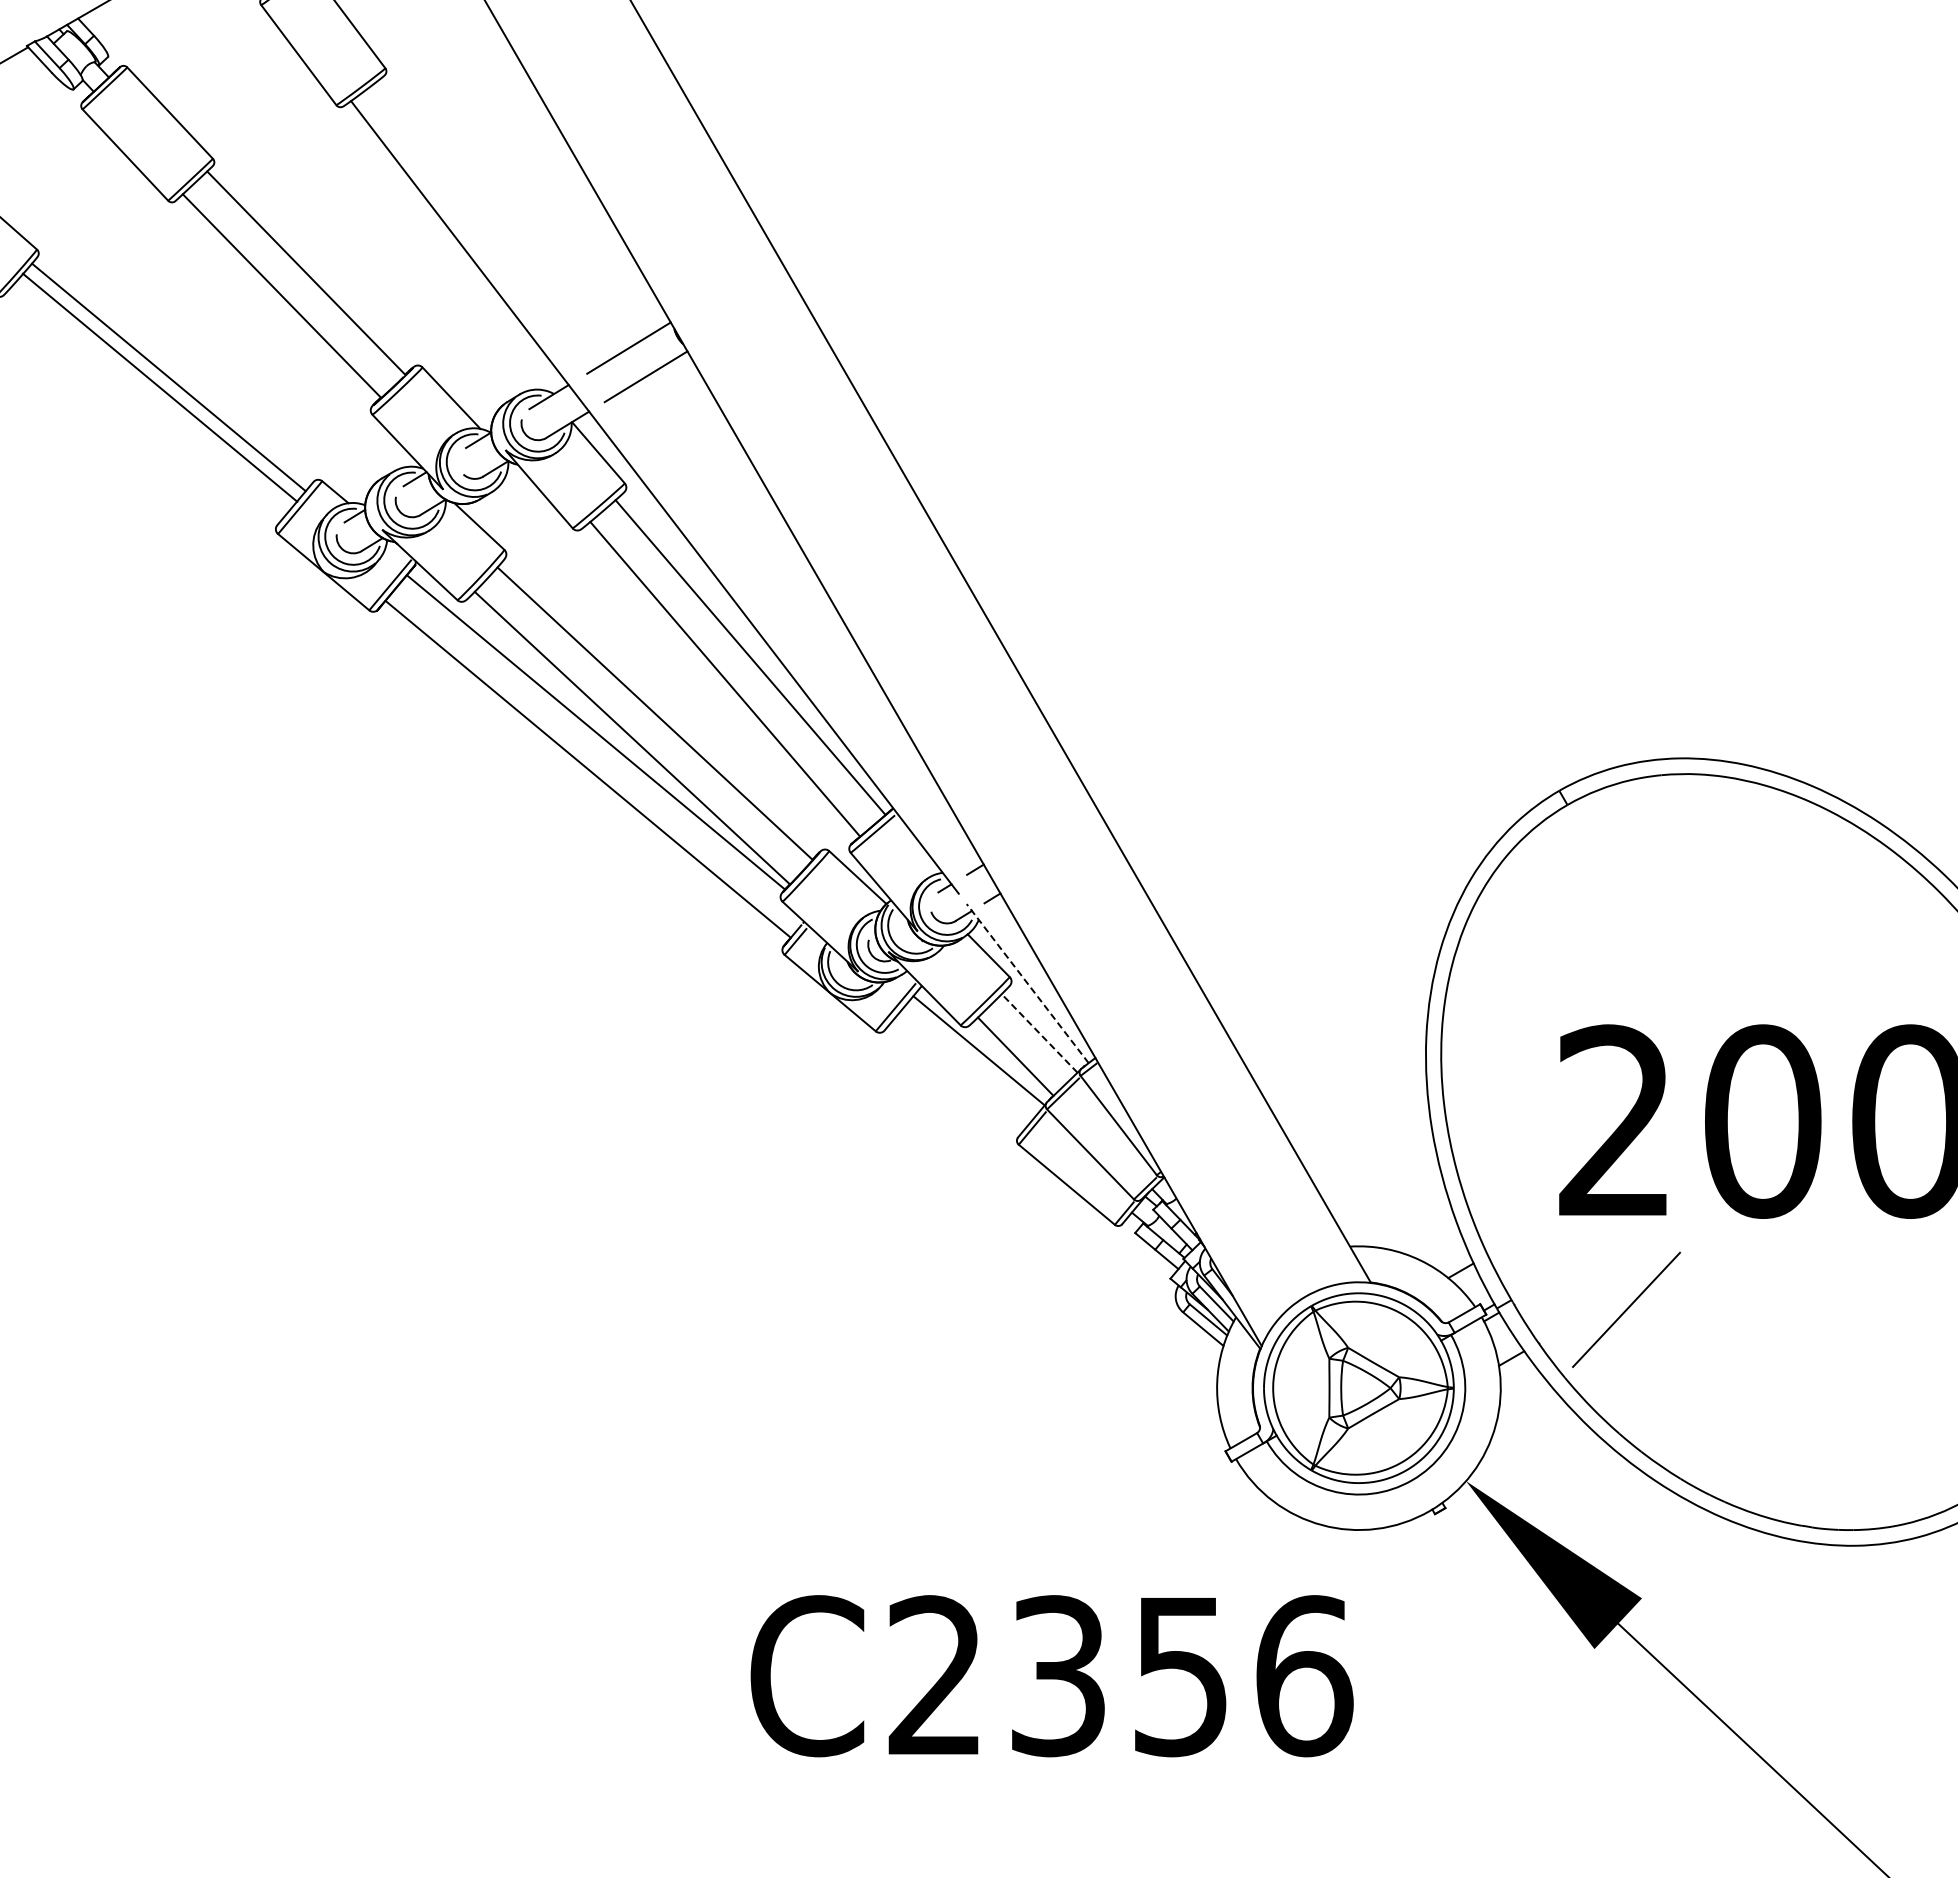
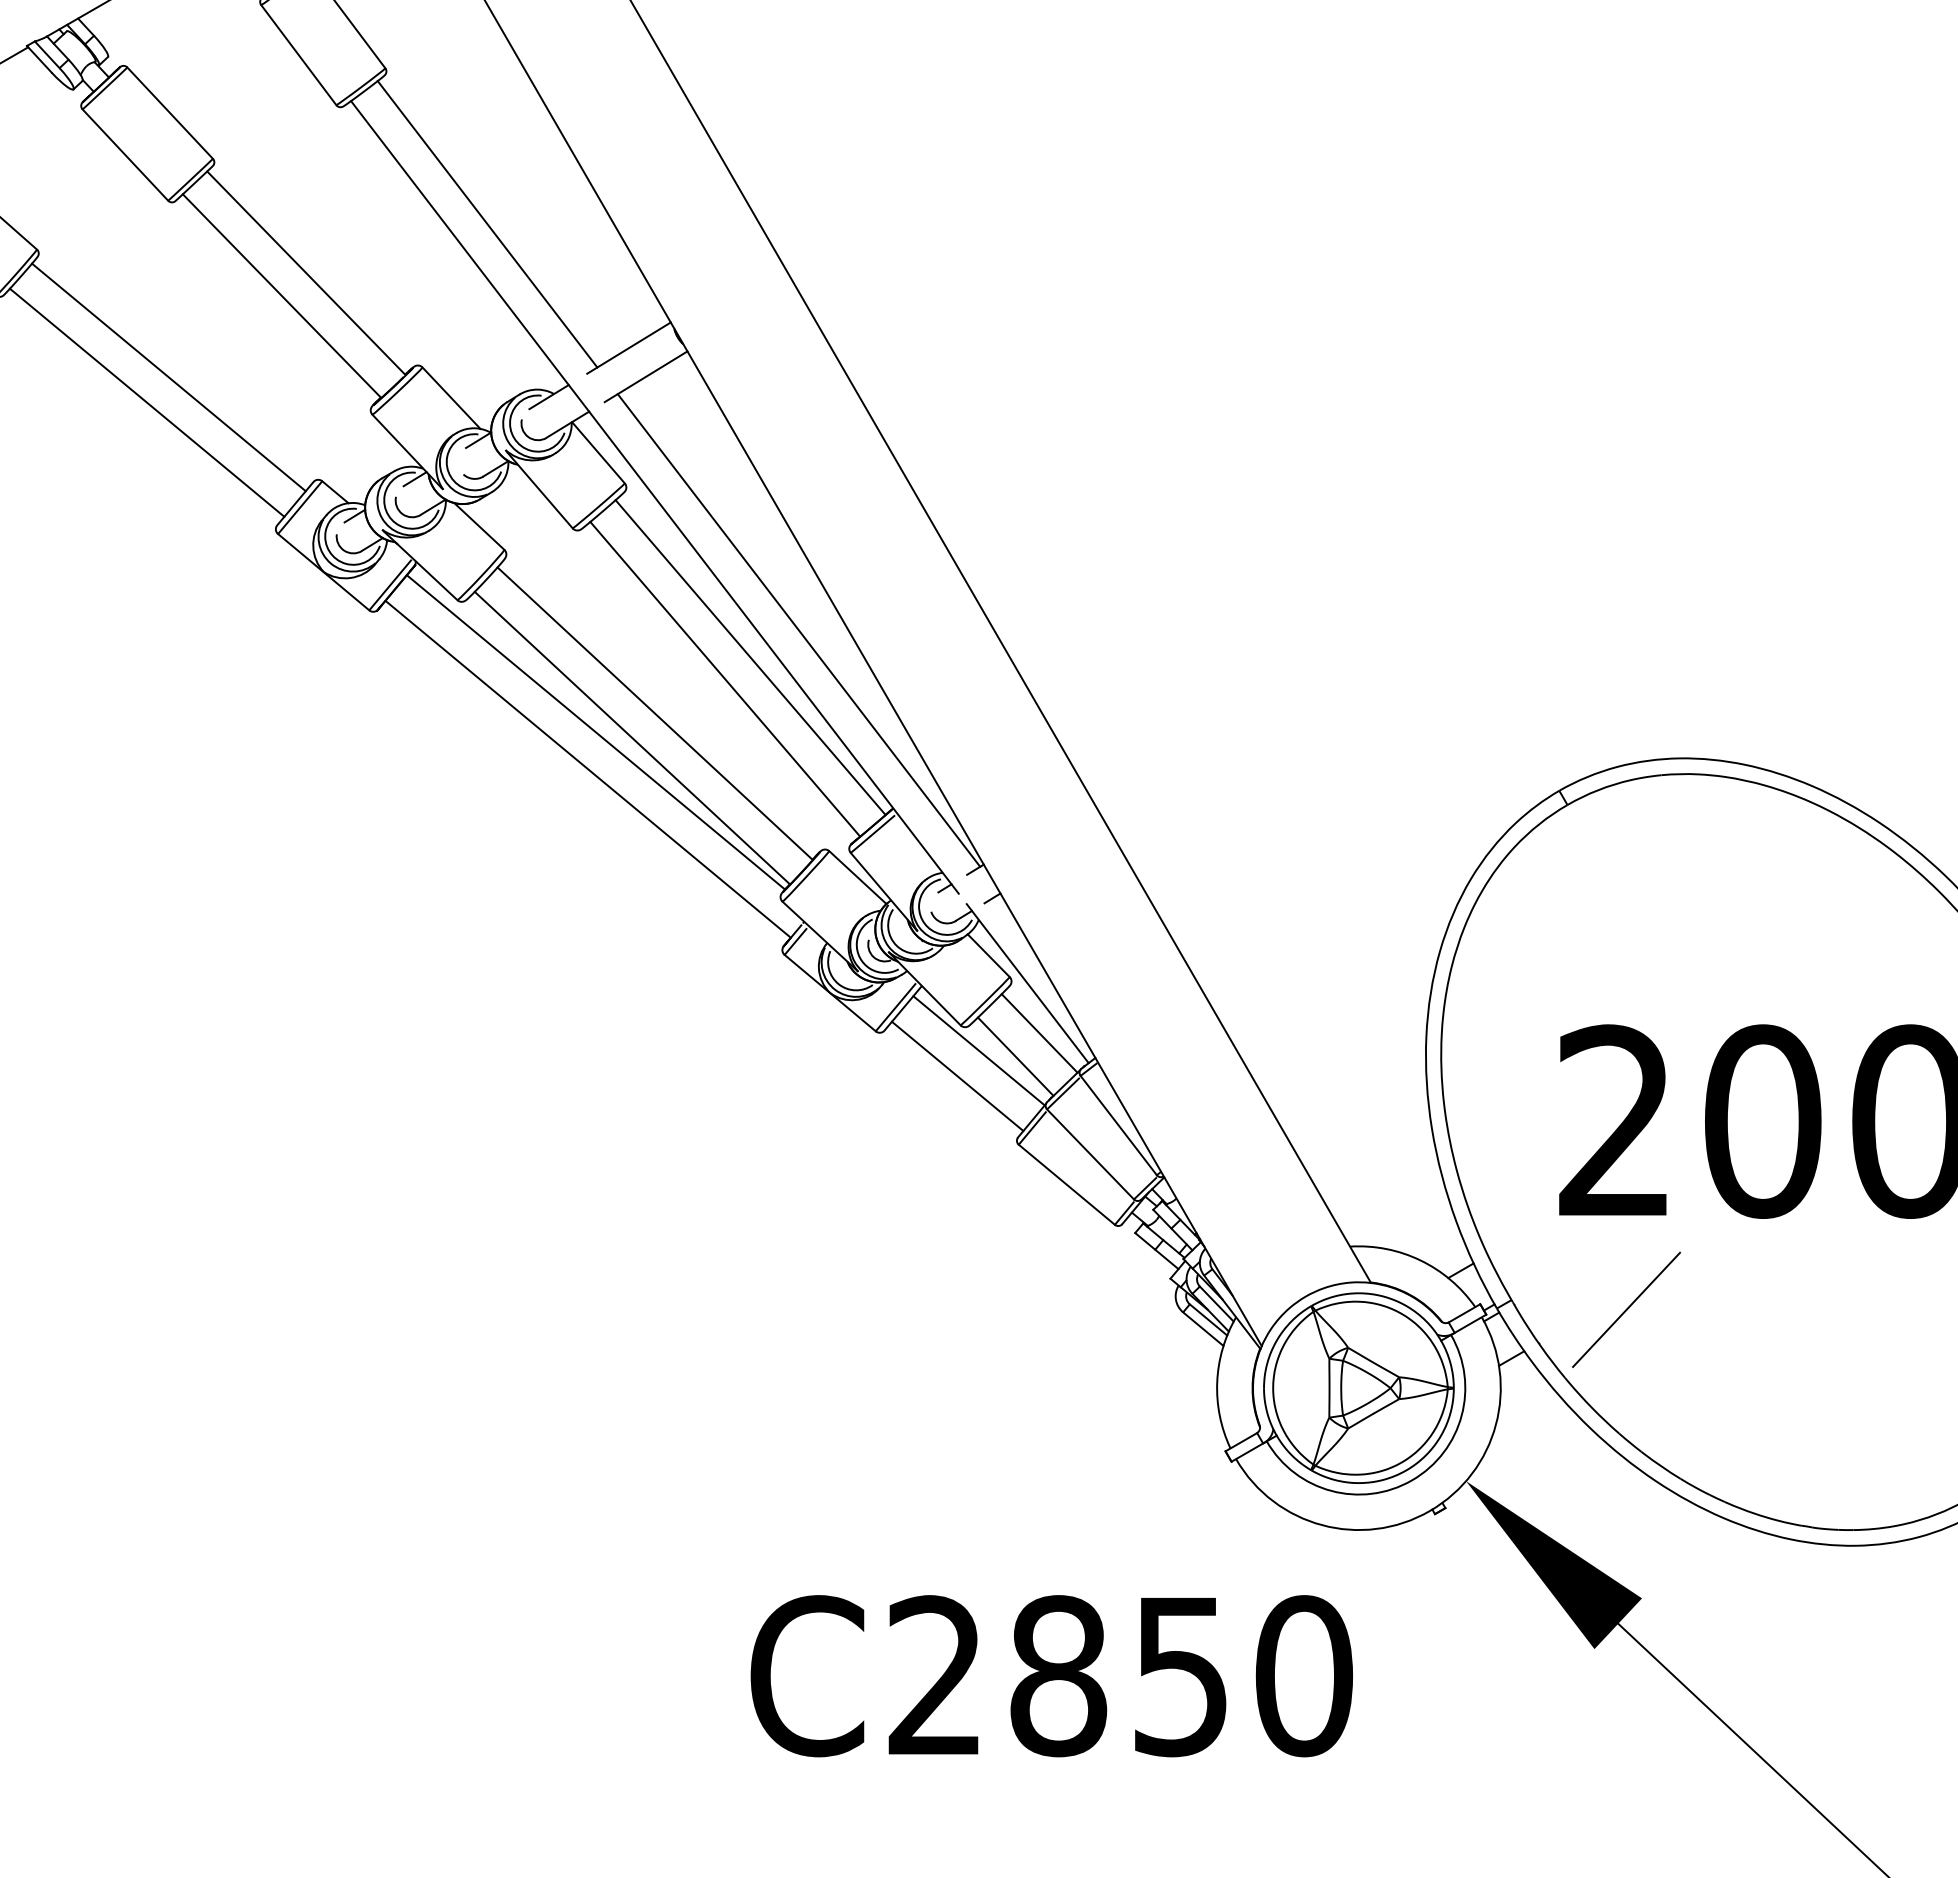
line at (487, 224): none -> present
line at (159, 387) position: (159, 387) -> (146, 402)
line at (798, 630): none -> present
line at (1027, 983): dashed -> solid
line at (1039, 1033): dashed -> solid
line at (957, 1076): none -> present
text at (1181, 1676): C2356 -> C2850
